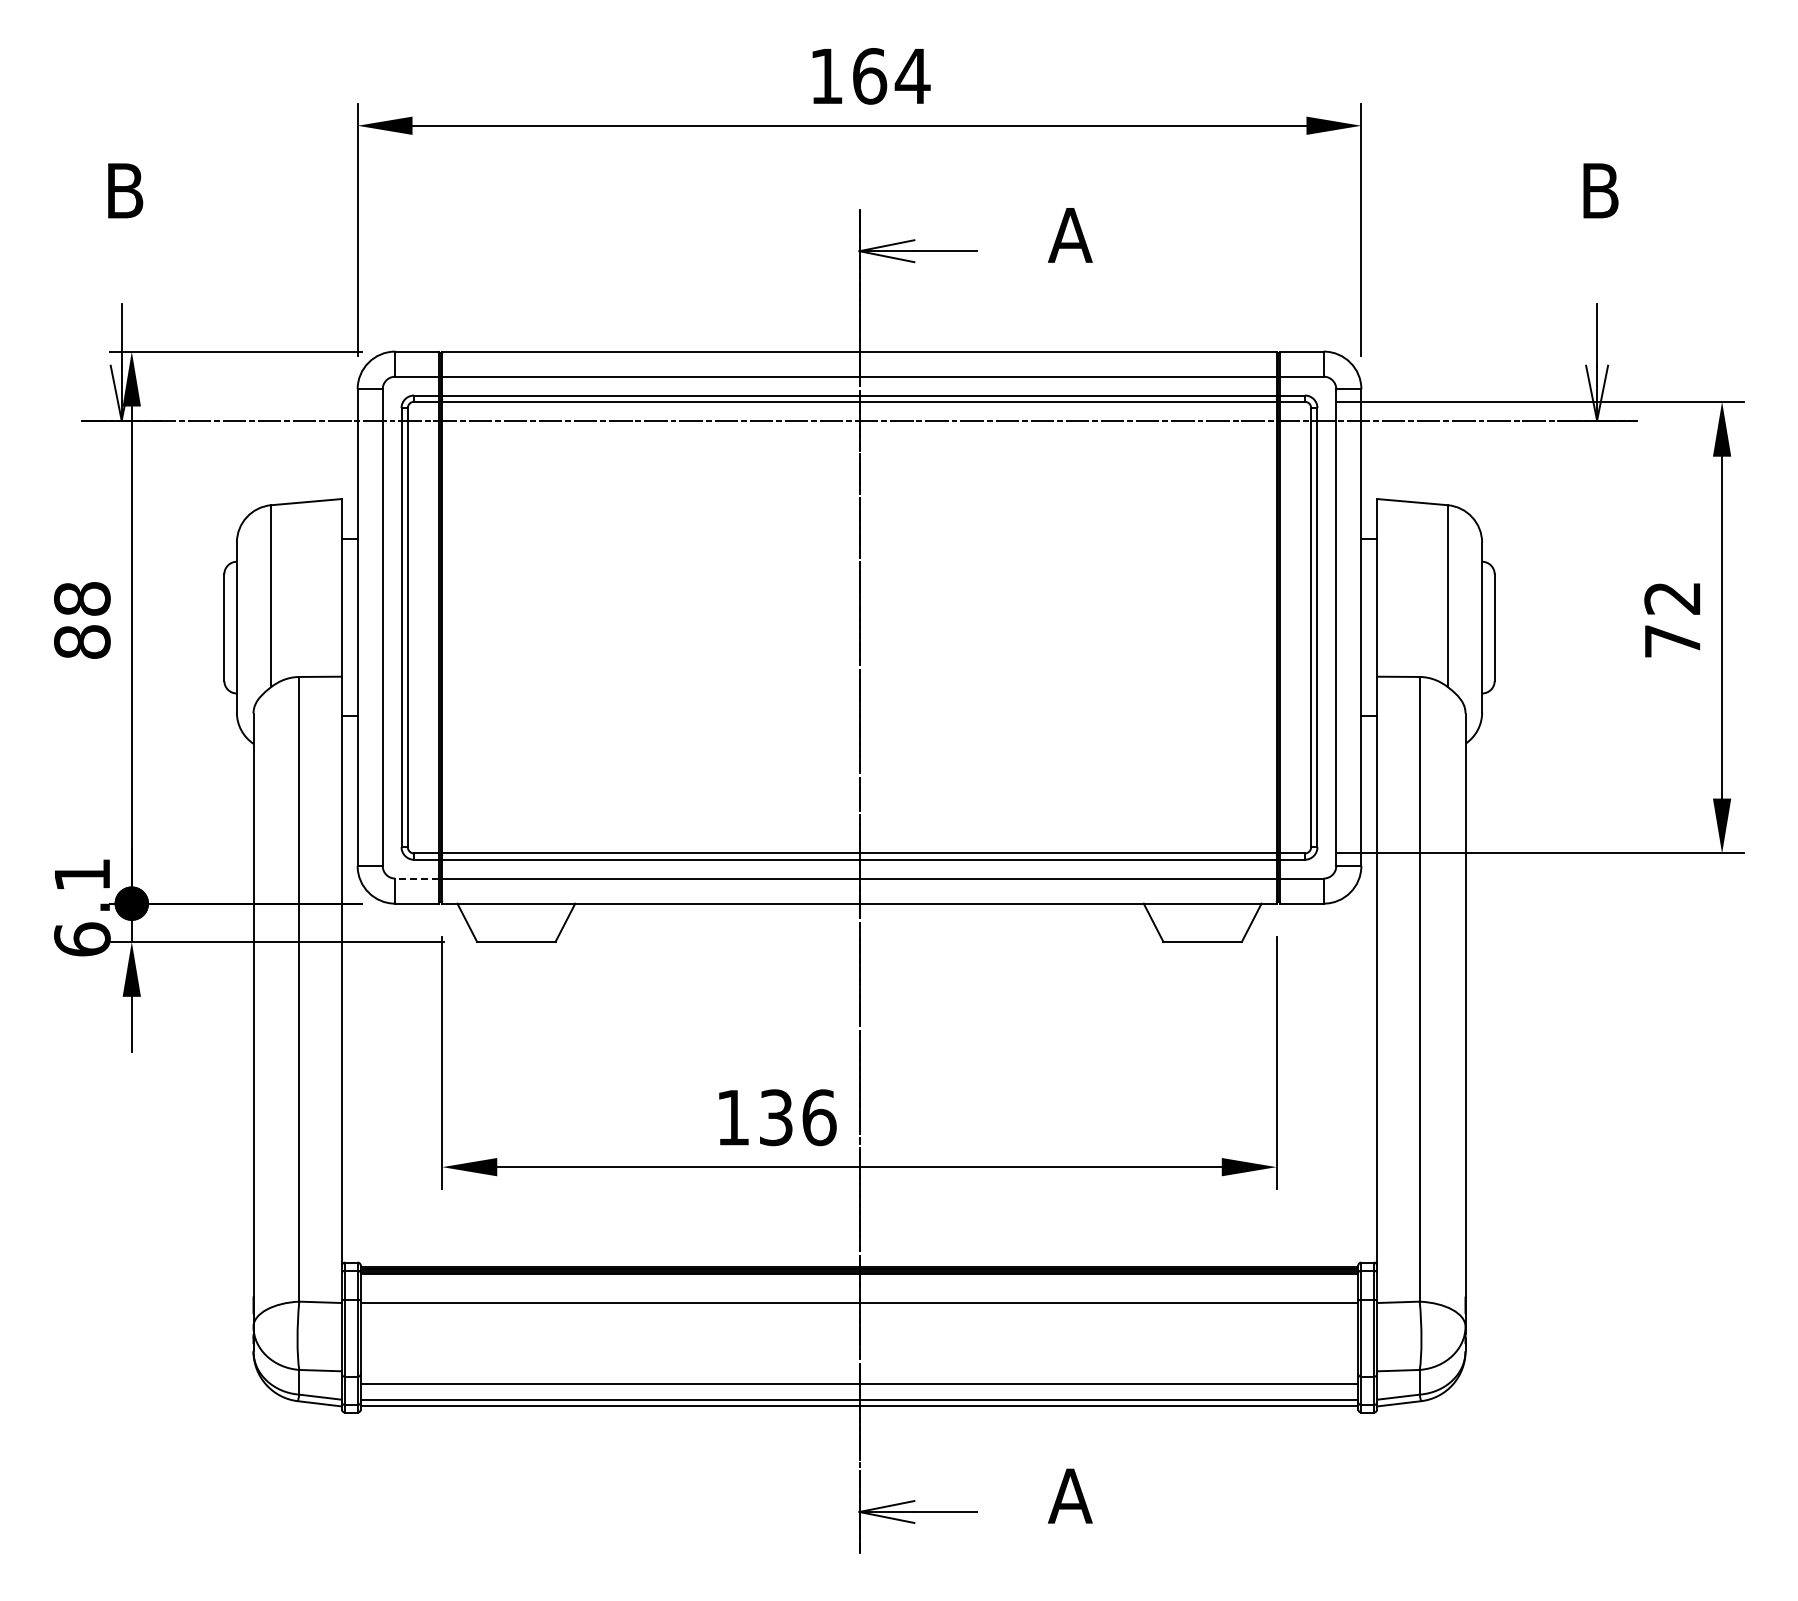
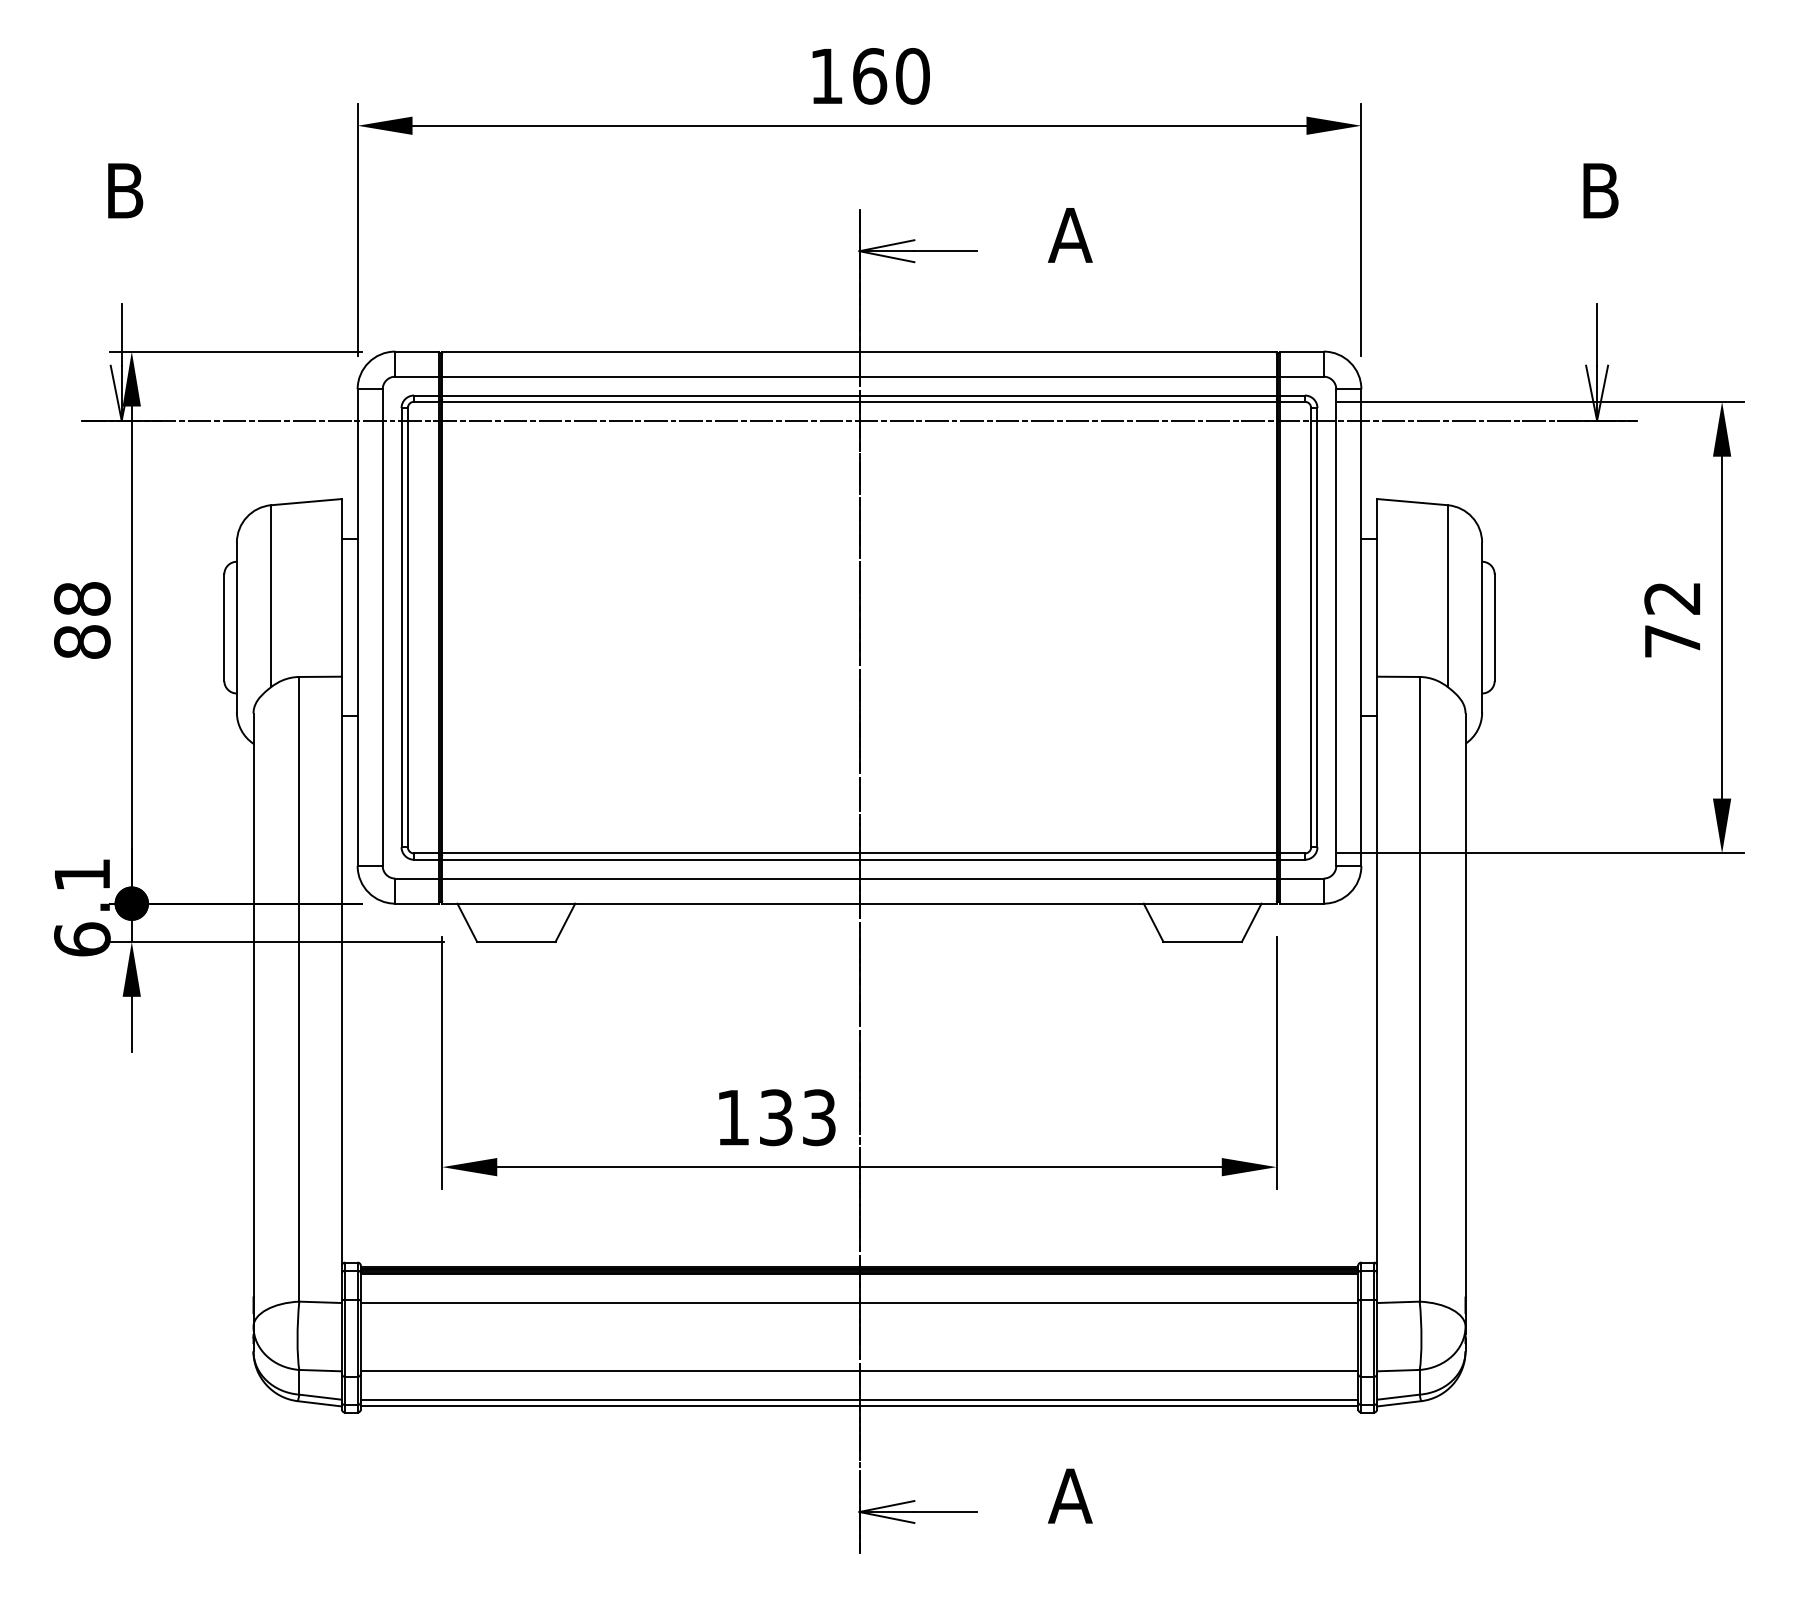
text at (912, 76): 164 -> 160
line at (417, 878): dashed -> solid
text at (819, 1117): 136 -> 133
line at (859, 1384) position: (859, 1384) -> (859, 1371)
